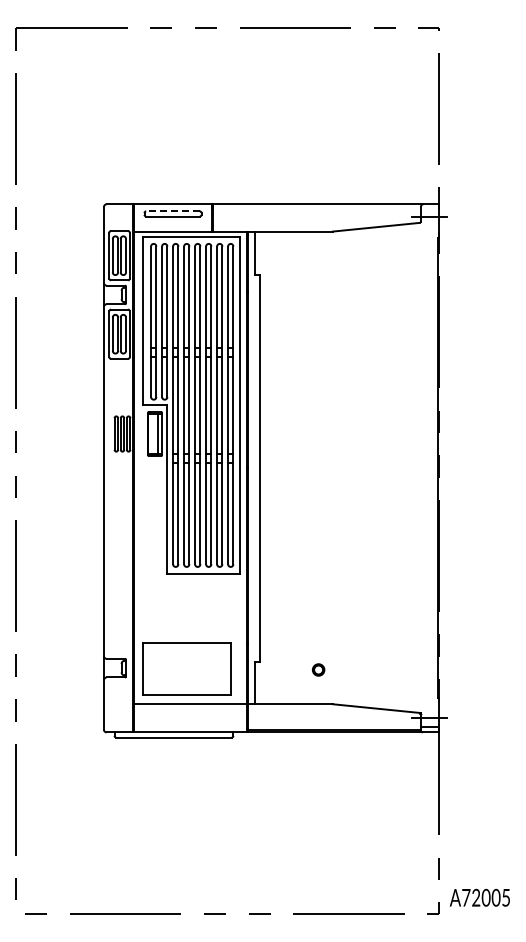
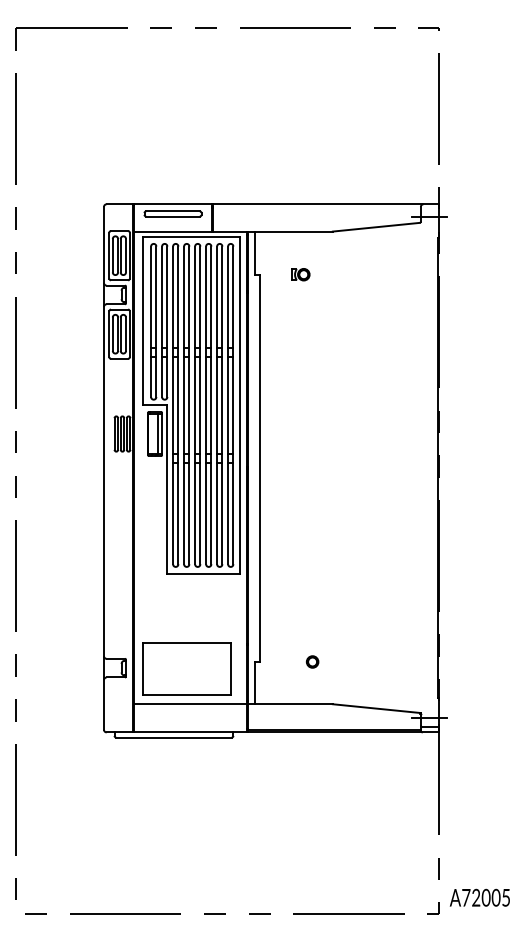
line at (173, 211): dashed -> solid
part at (300, 274): none -> present
part at (318, 669) position: (318, 669) -> (312, 661)
